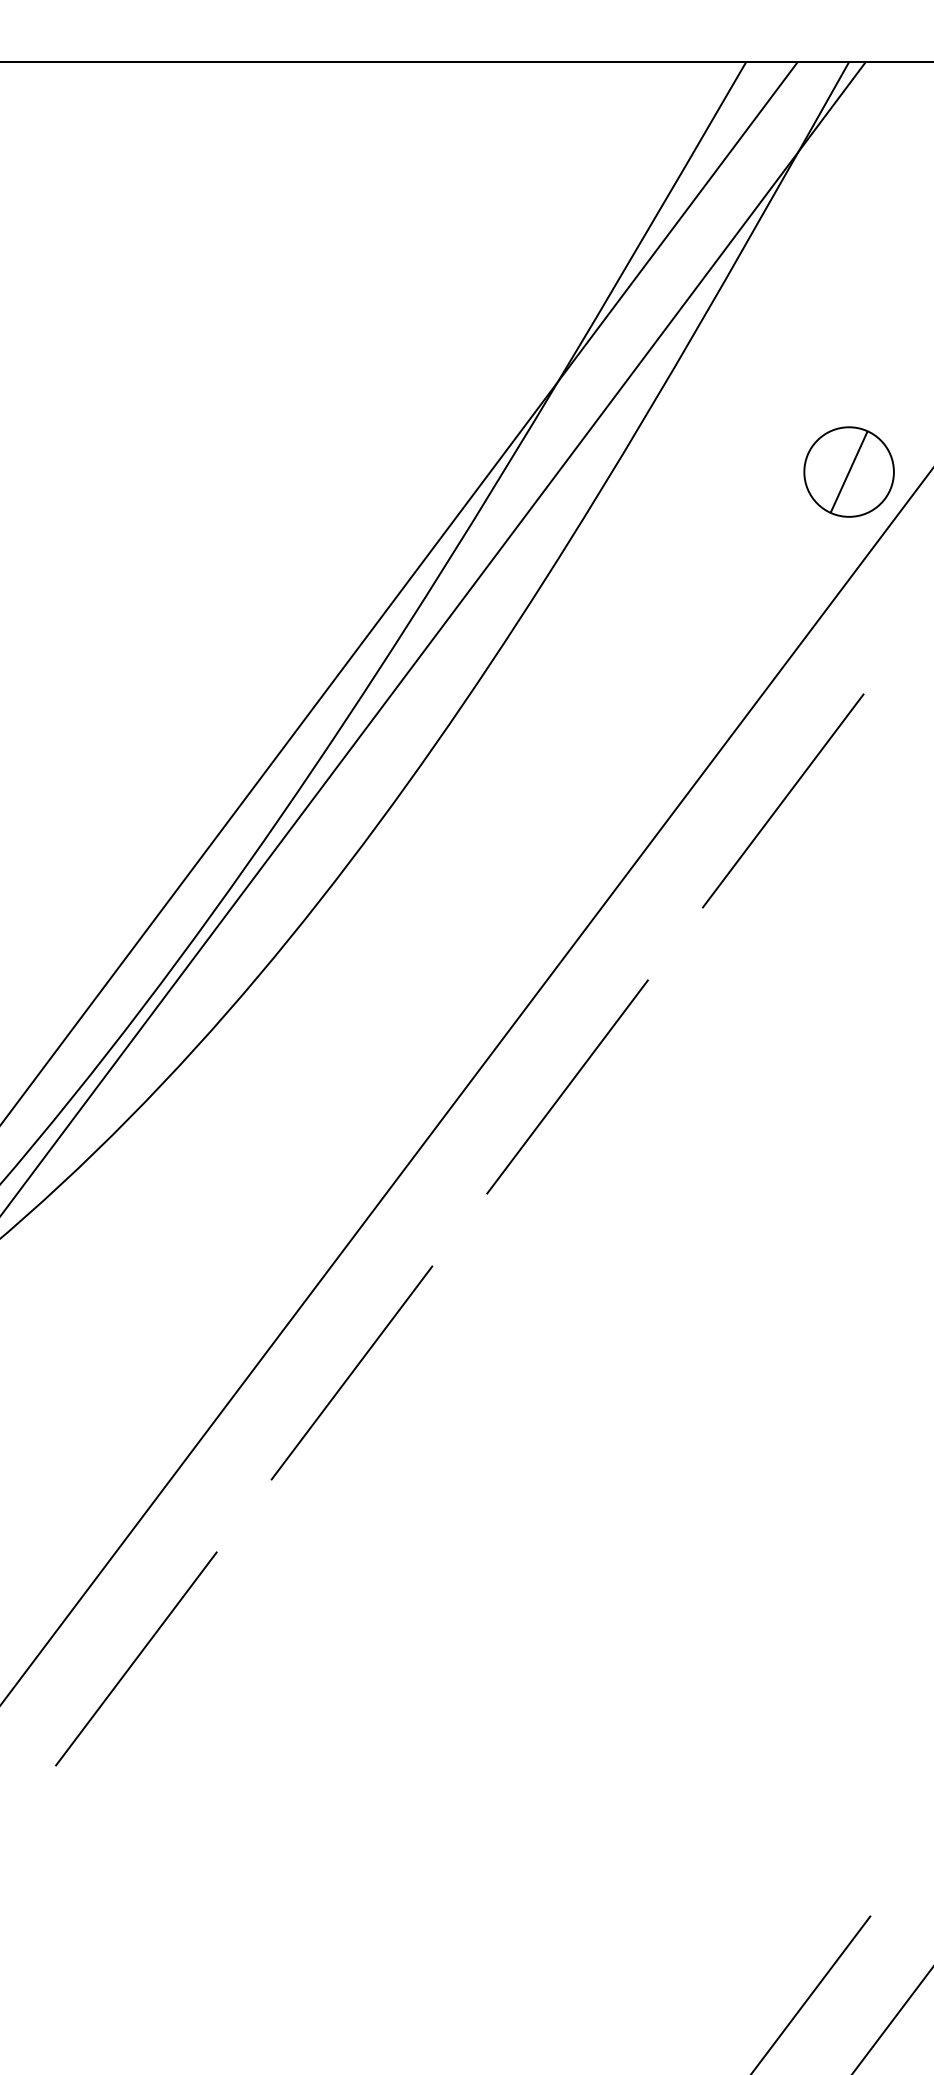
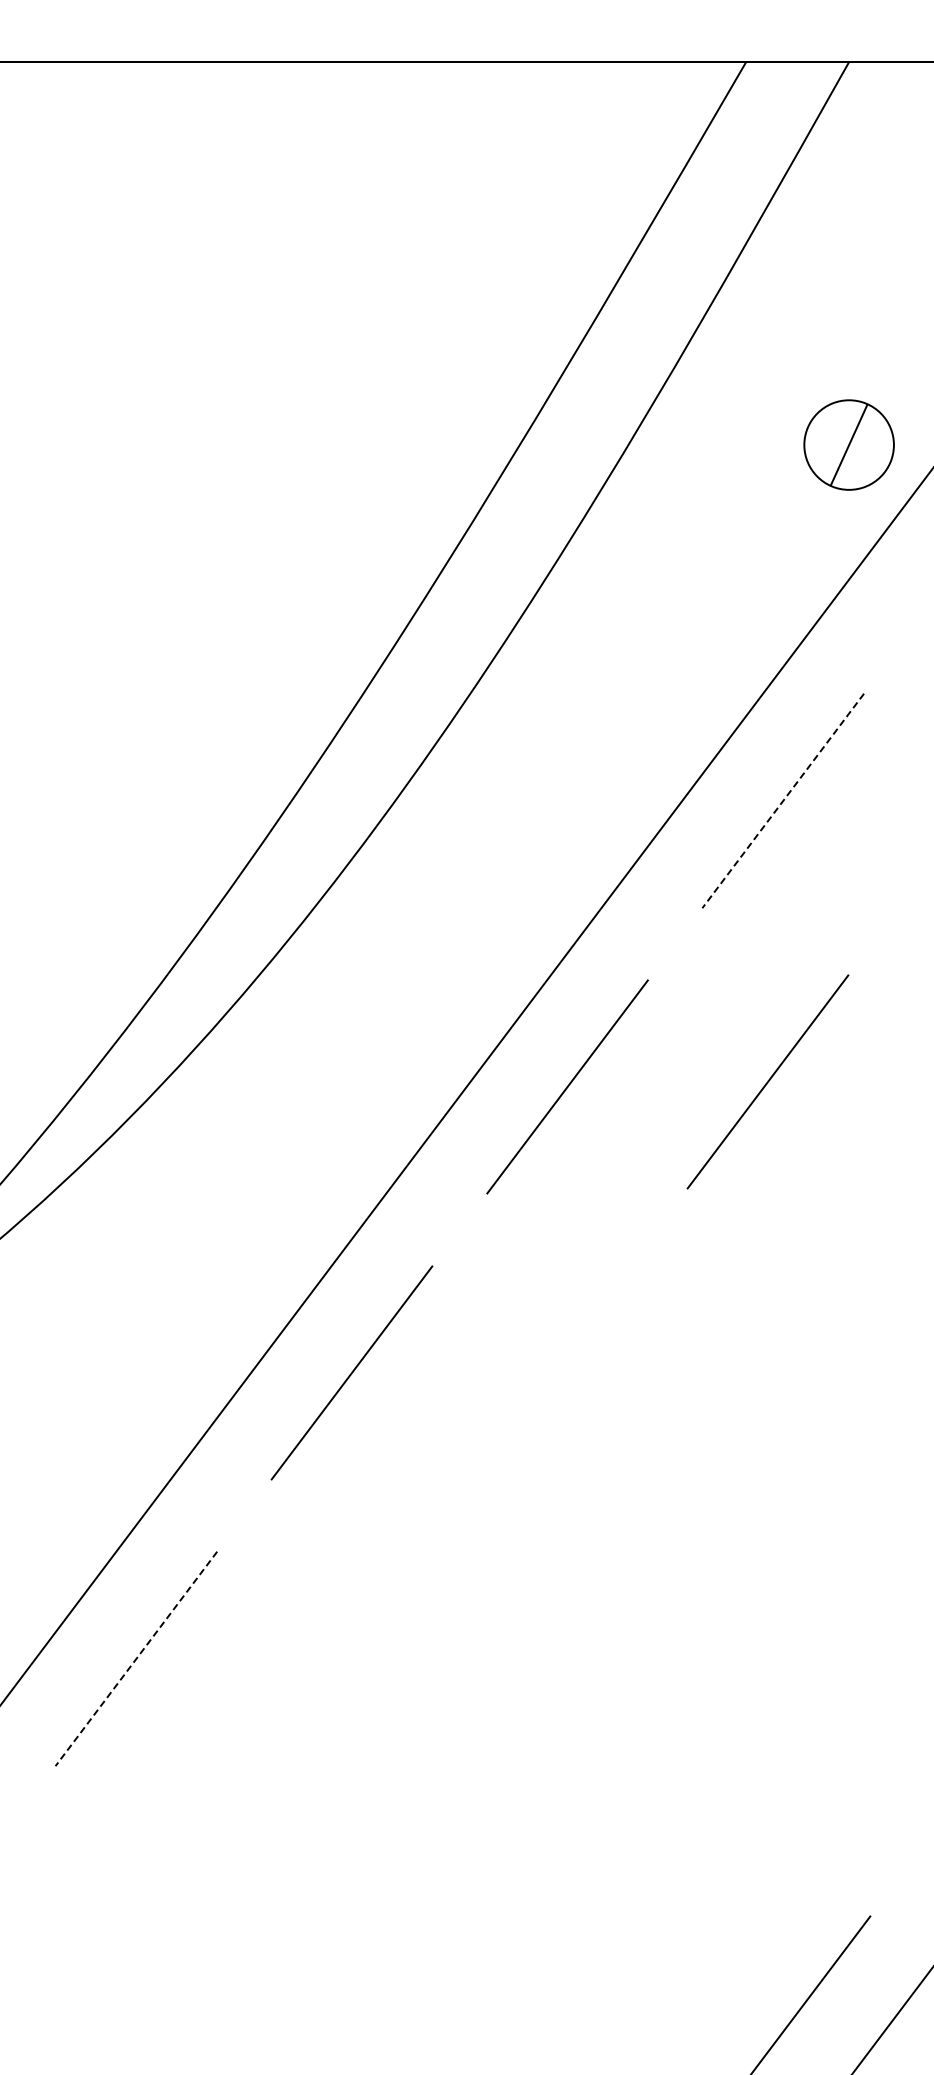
part at (848, 471) position: (848, 471) -> (848, 444)
line at (399, 592): present -> none
line at (433, 638): present -> none
line at (782, 801): solid -> dashed
line at (767, 1081): none -> present
line at (136, 1659): solid -> dashed
